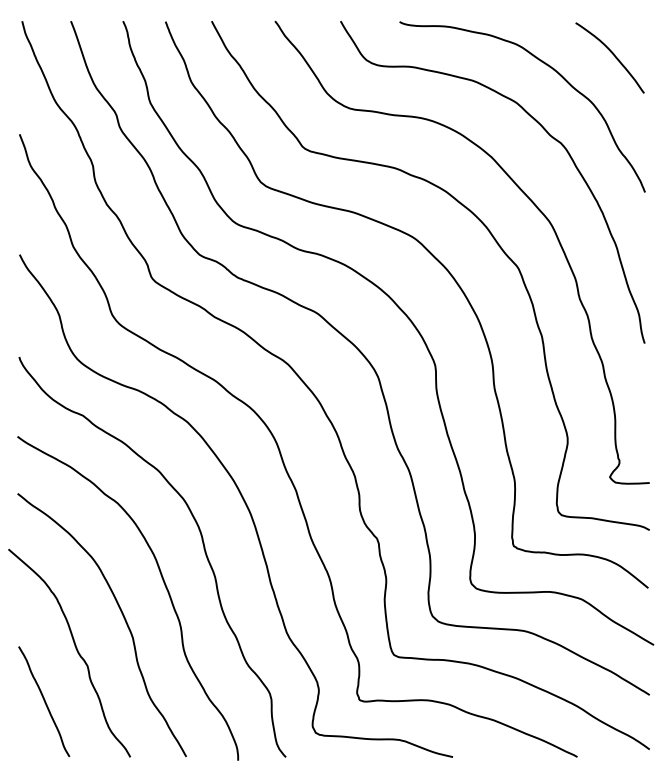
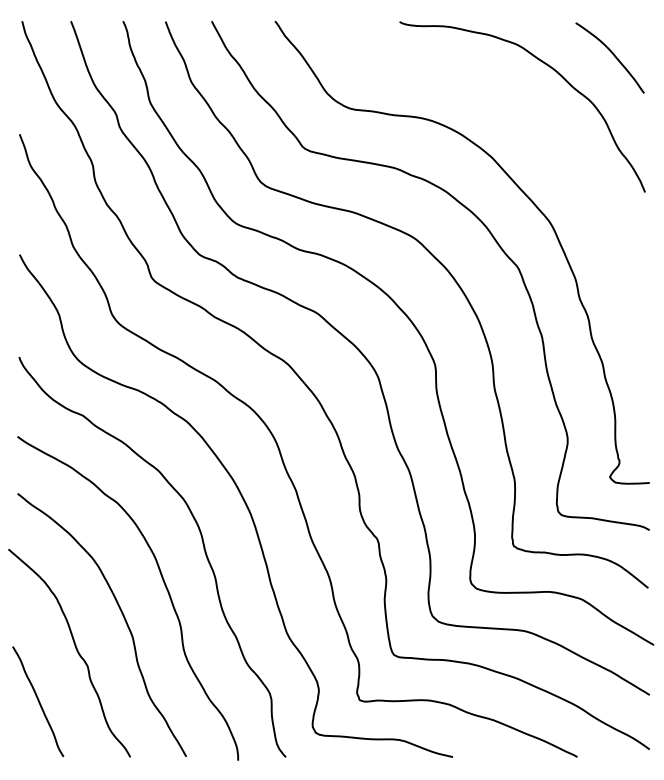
curve at (544, 130): present -> none
curve at (44, 701) position: (44, 701) -> (38, 701)
